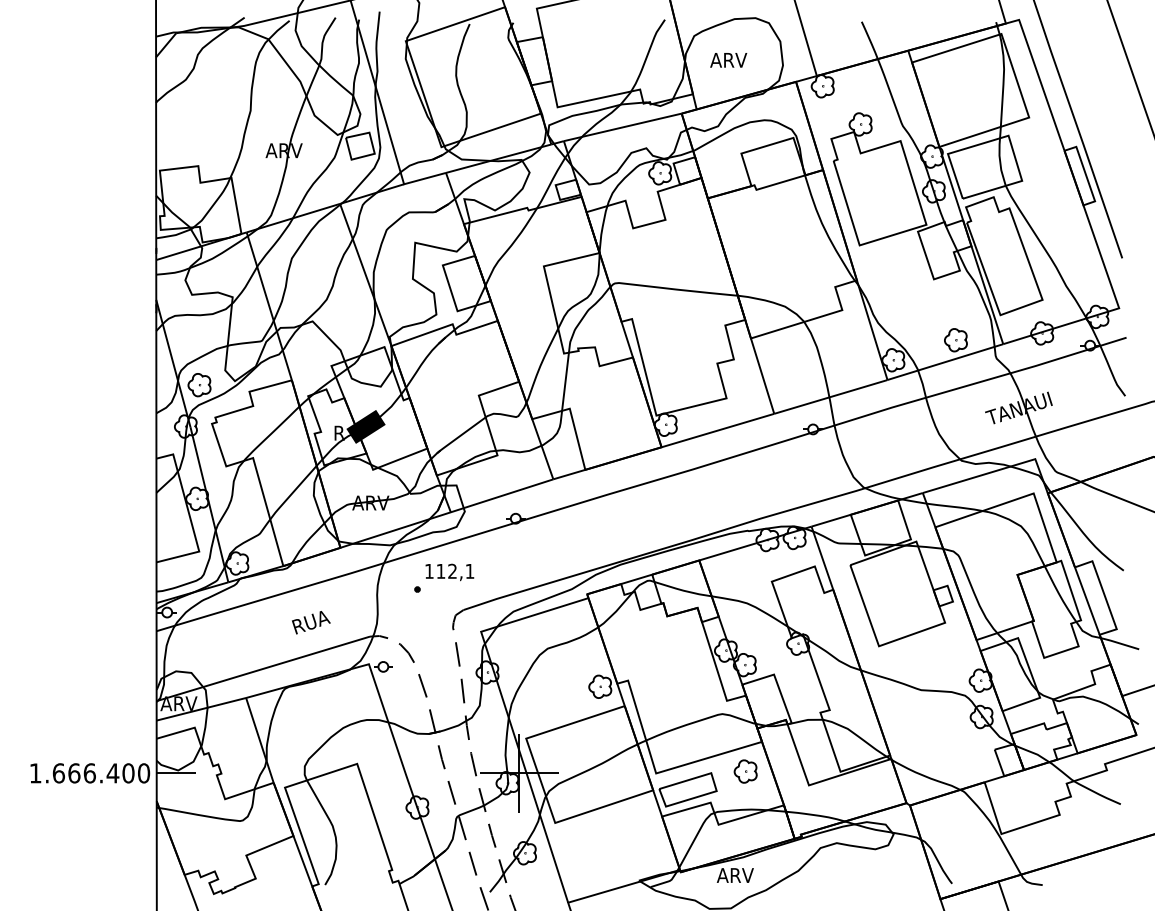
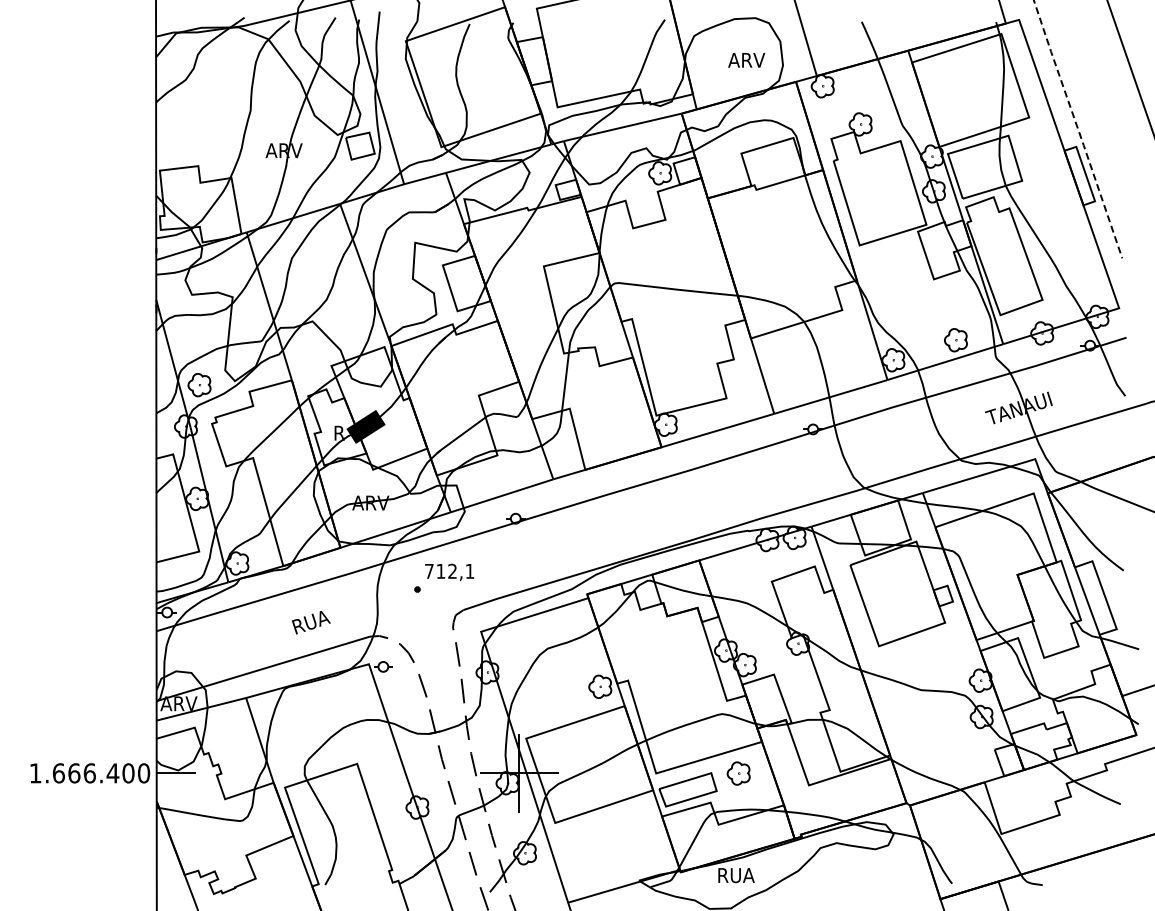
text at (728, 60) position: (728, 60) -> (746, 60)
line at (1078, 129): solid -> dashed
text at (429, 571): 112,1 -> 712,1
part at (745, 771) position: (745, 771) -> (738, 773)
text at (735, 875): ARV -> RUA
